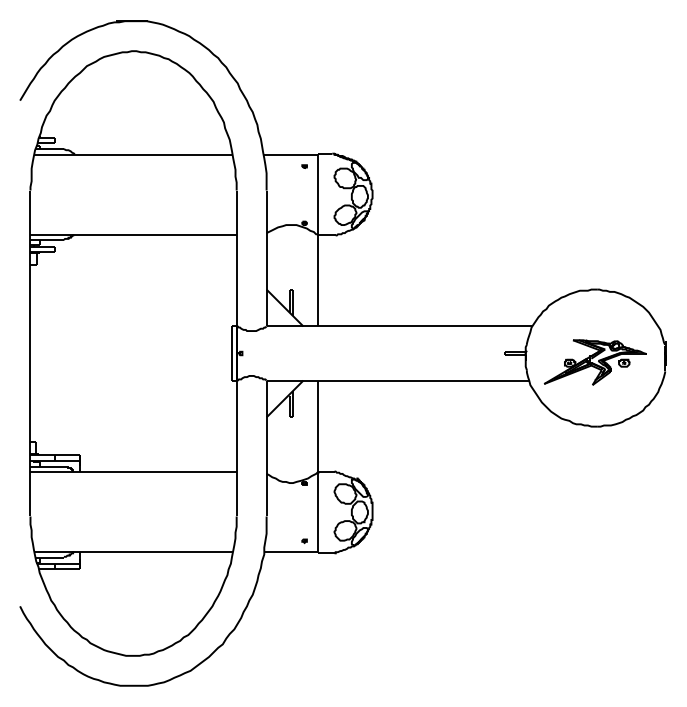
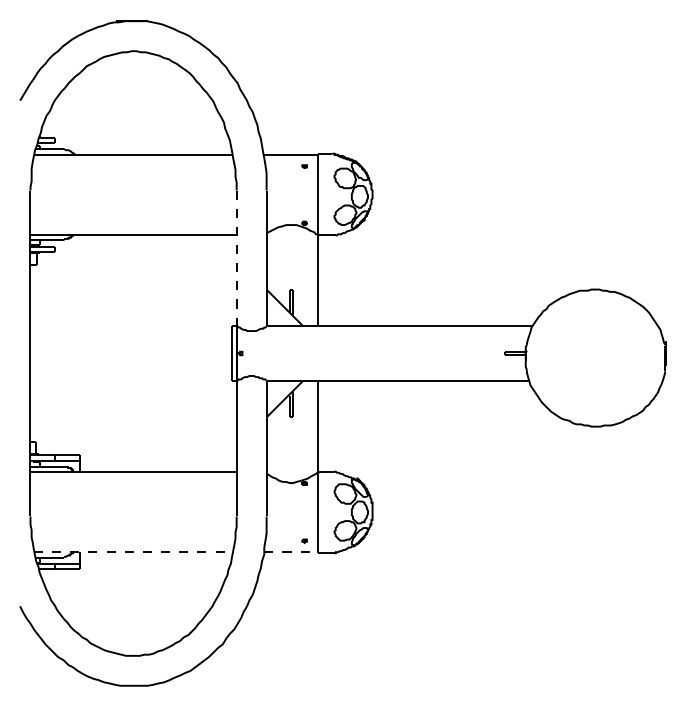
line at (236, 258): solid -> dashed
part at (595, 362): present -> none
line at (133, 552): solid -> dashed
line at (291, 552): solid -> dashed
